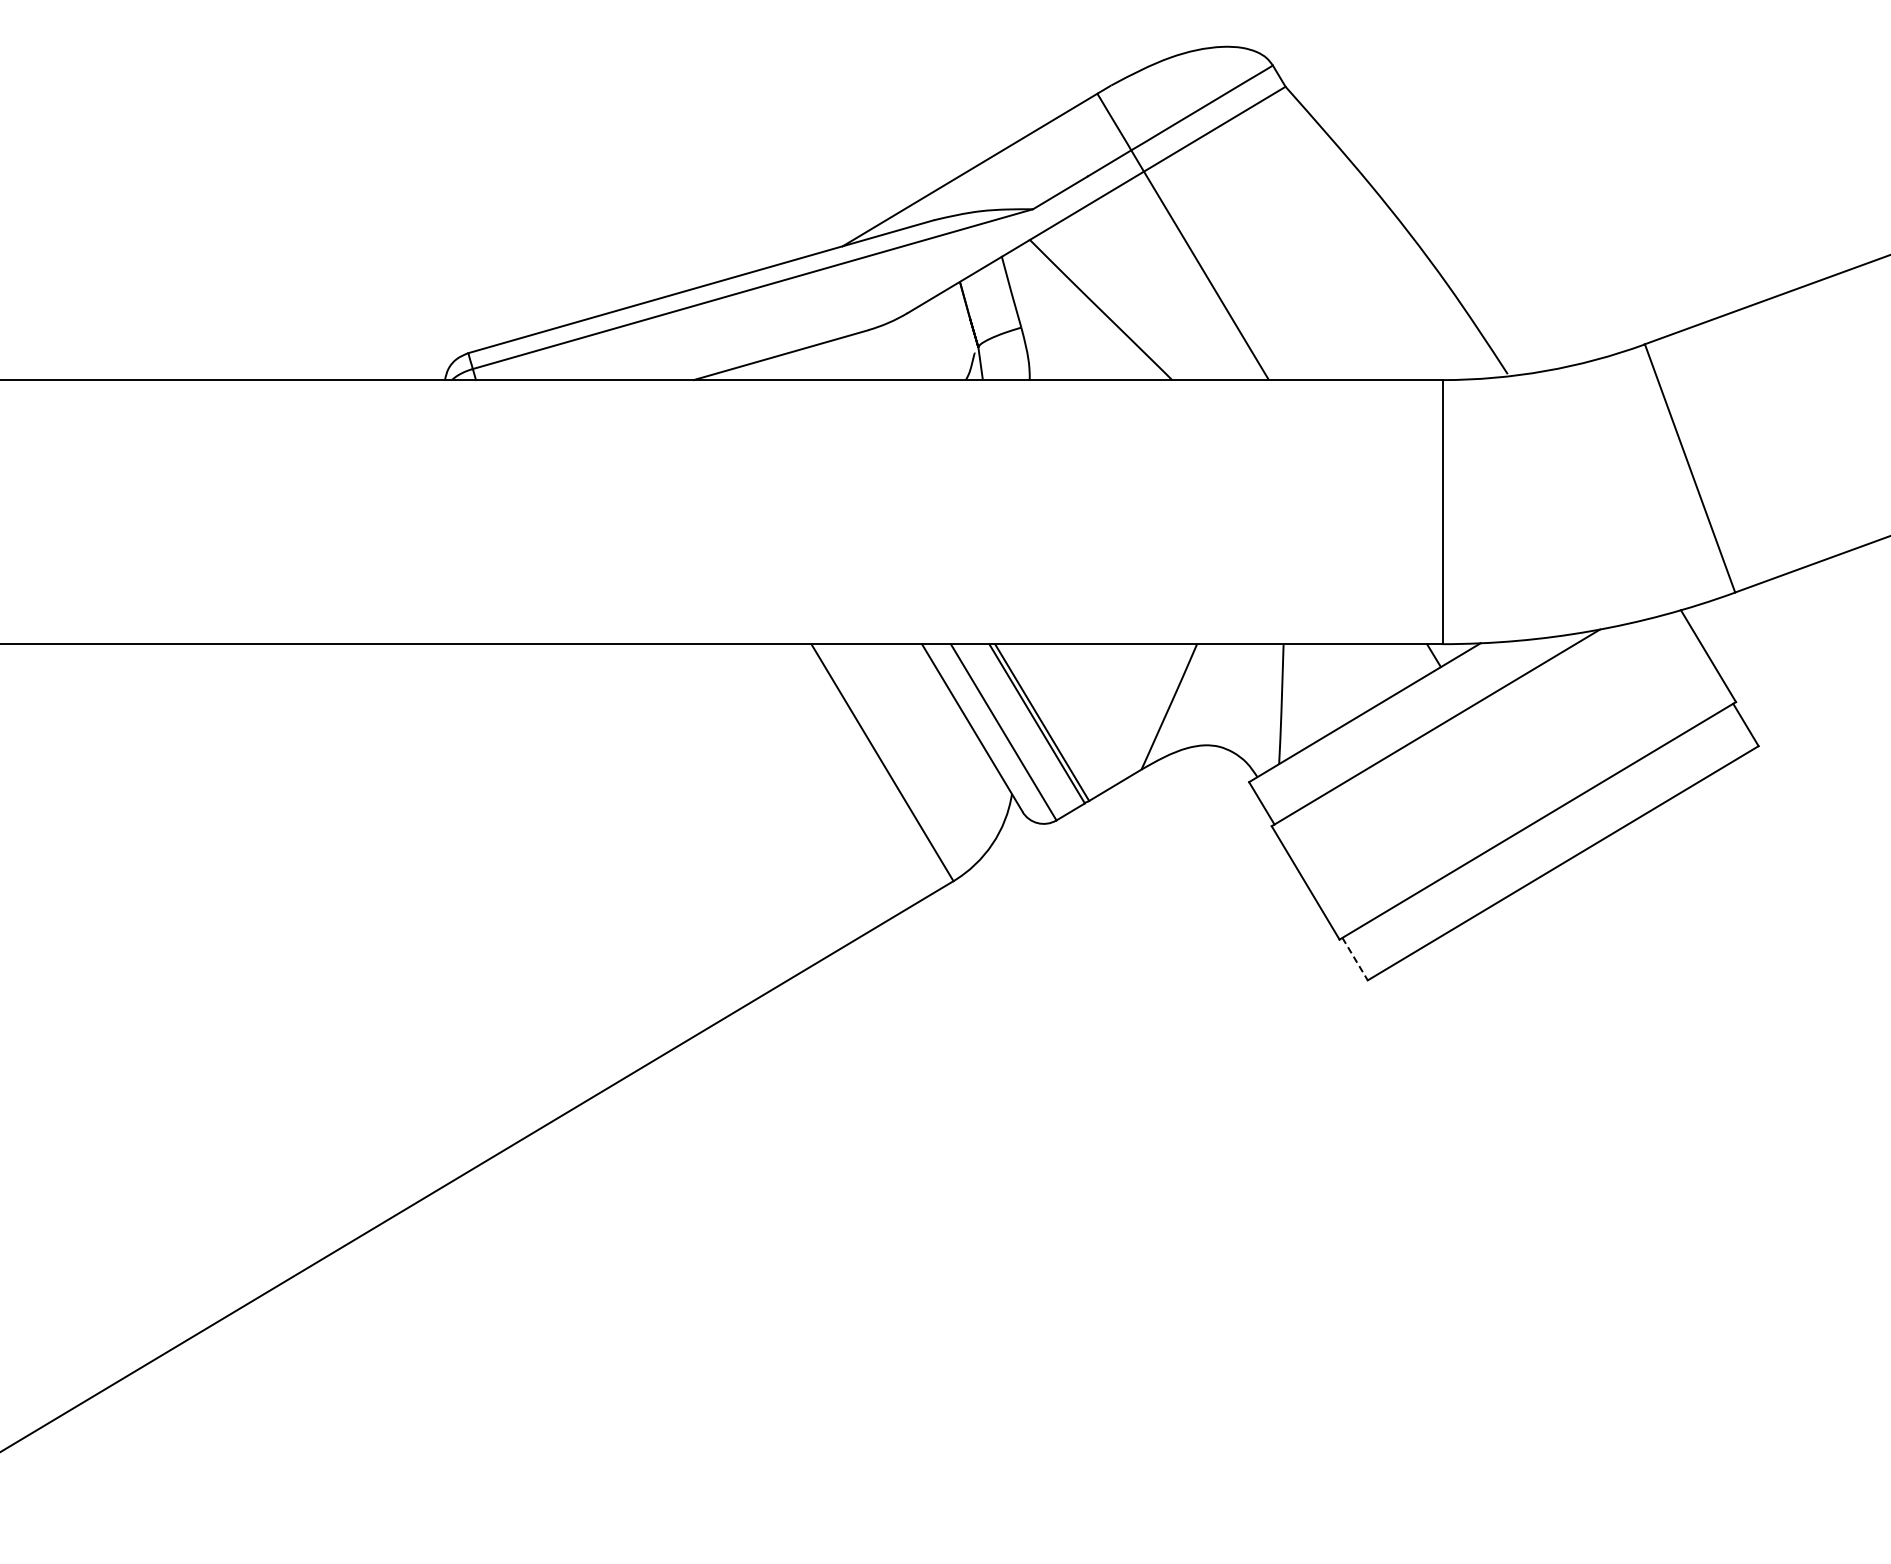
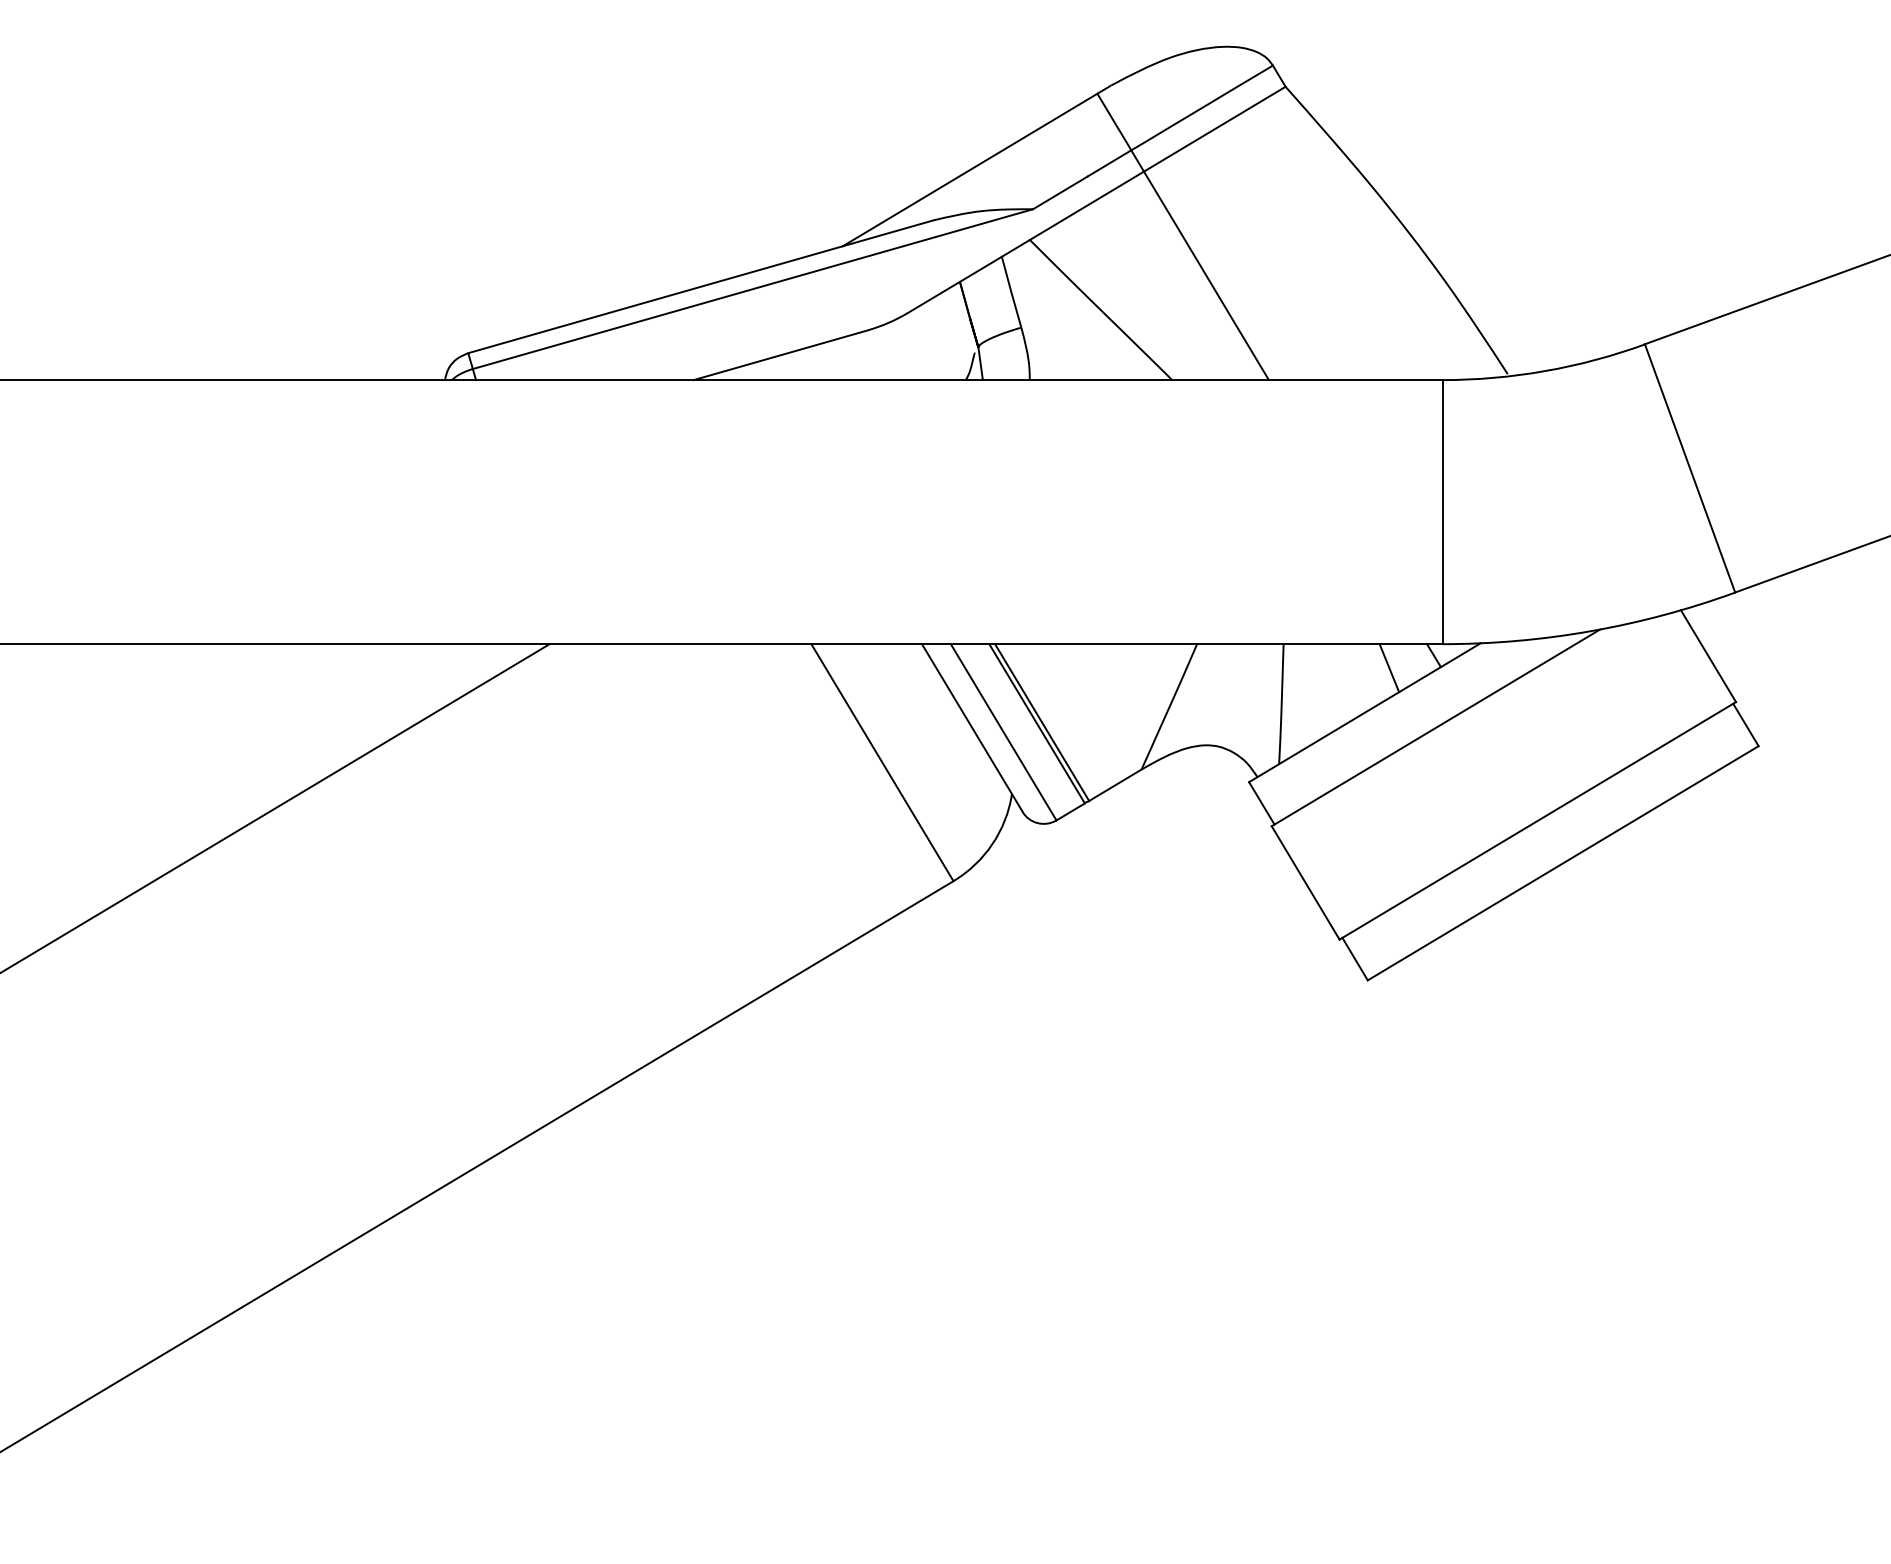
line at (1389, 668): none -> present
line at (275, 808): none -> present
line at (1355, 959): dashed -> solid
